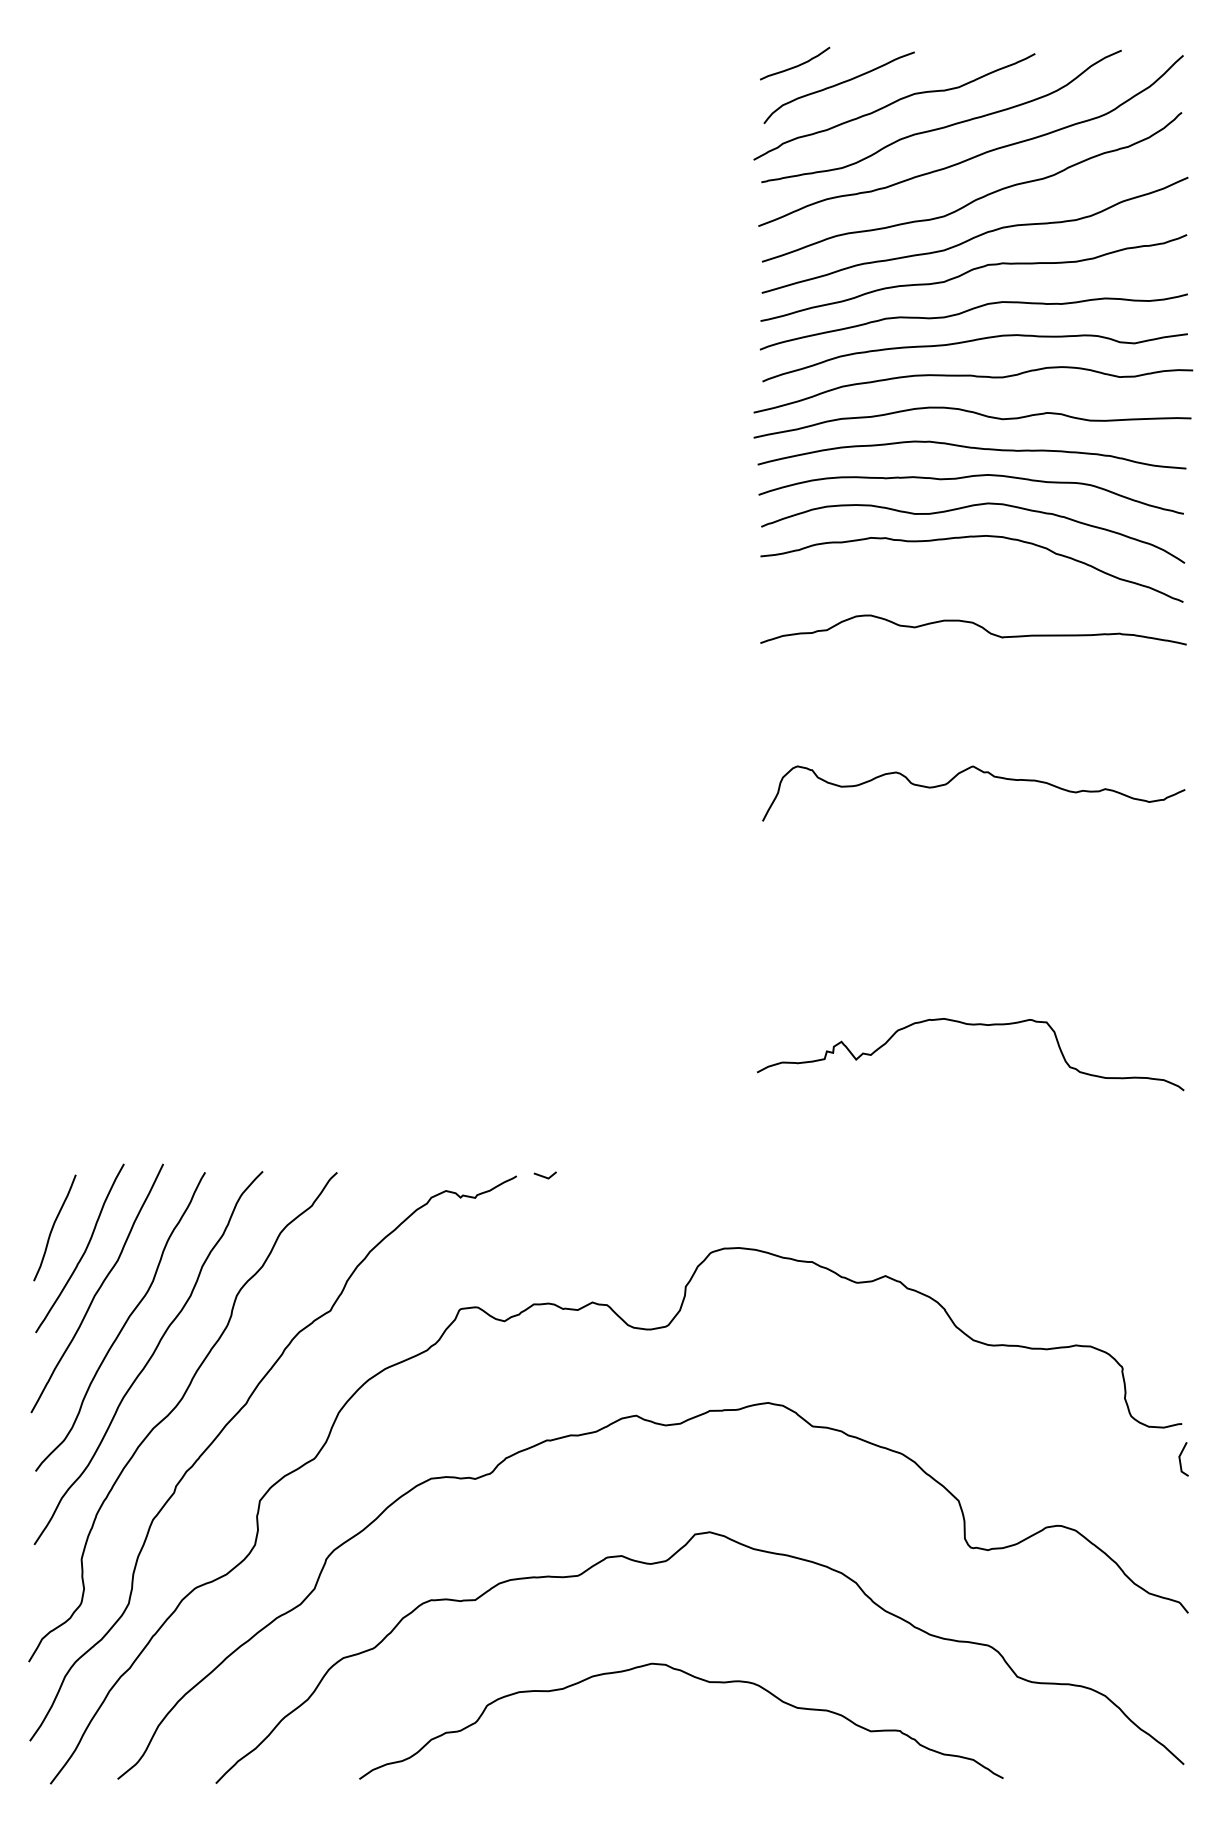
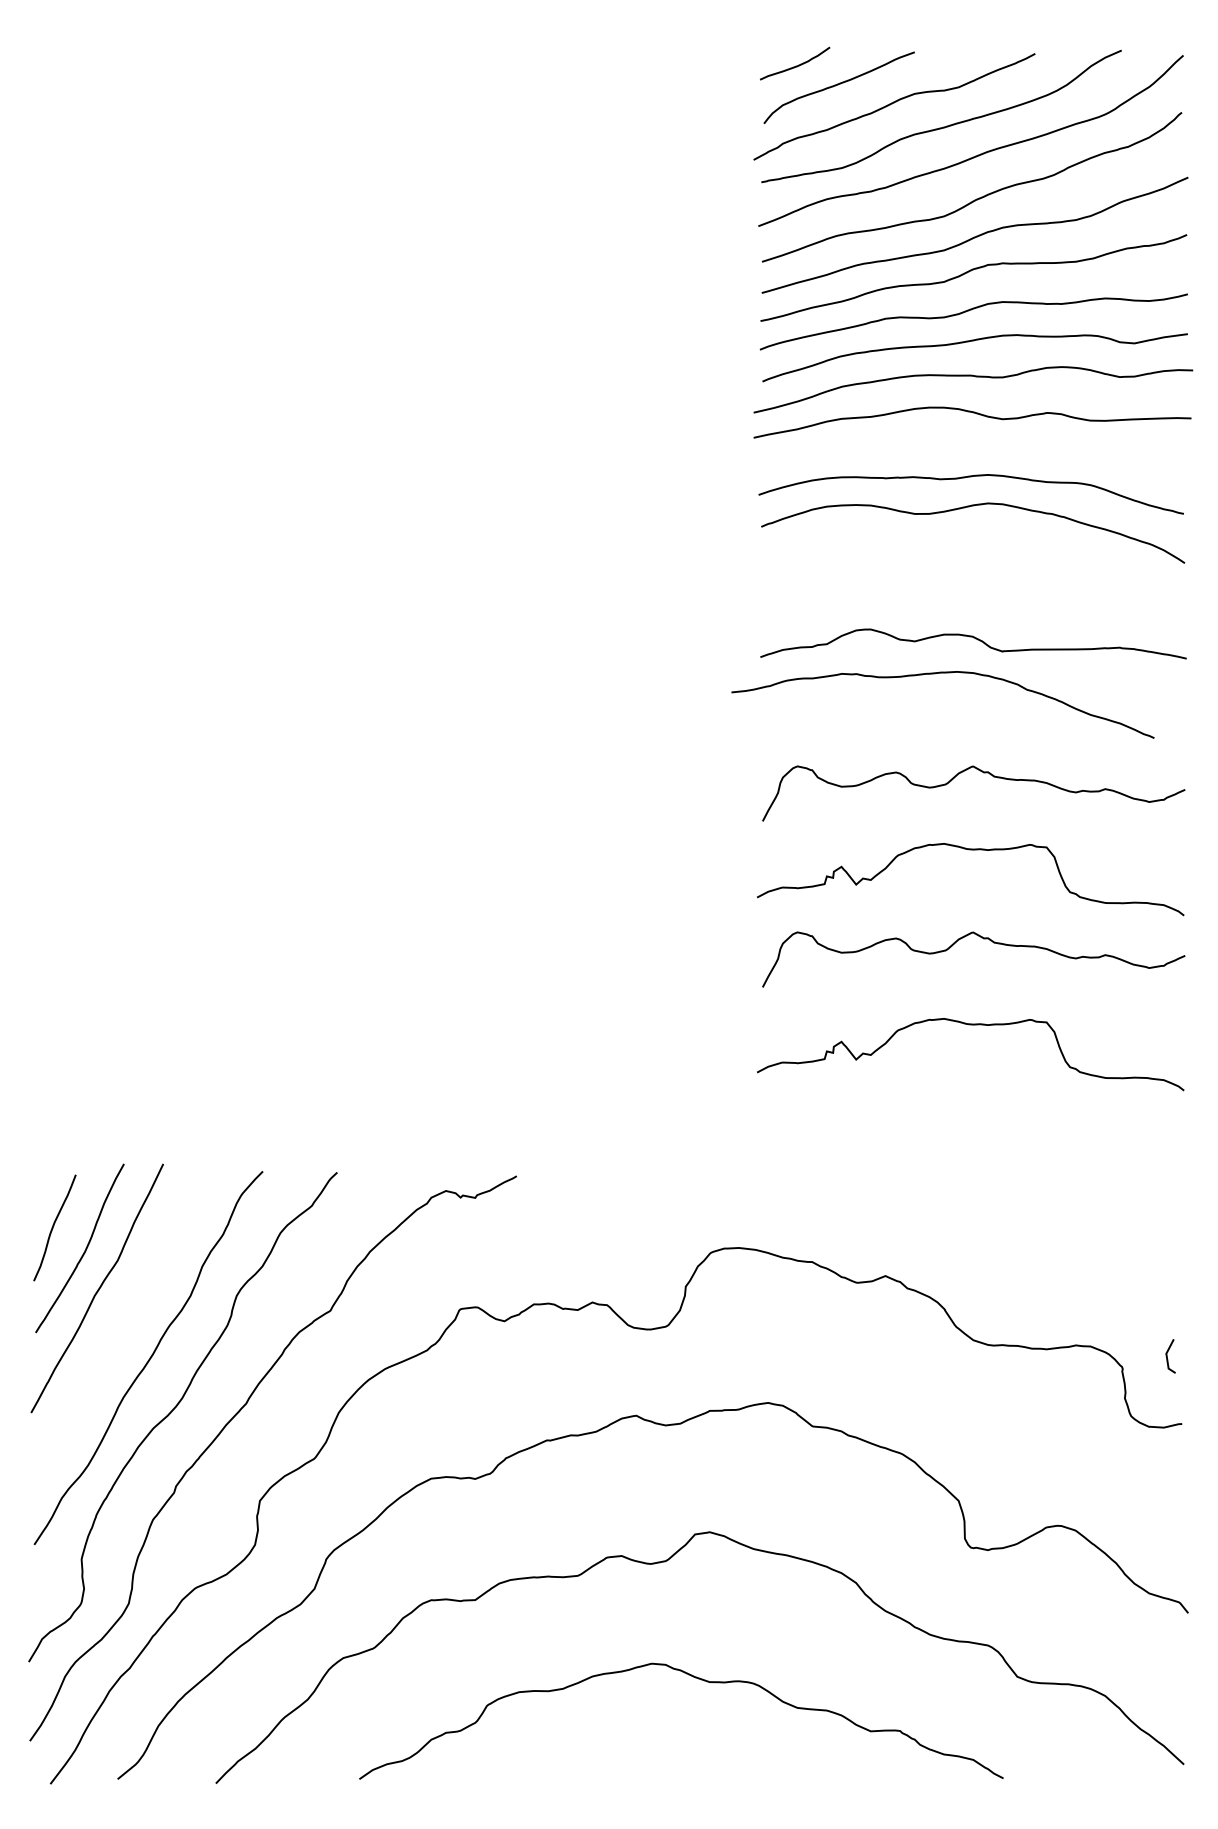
curve at (971, 448): present -> none
curve at (964, 538) position: (964, 538) -> (935, 674)
curve at (975, 625) position: (975, 625) -> (975, 639)
curve at (970, 850): none -> present
curve at (983, 939): none -> present
line at (543, 1175): present -> none
curve at (124, 1322): present -> none
line at (1180, 1459) position: (1180, 1459) -> (1167, 1356)
